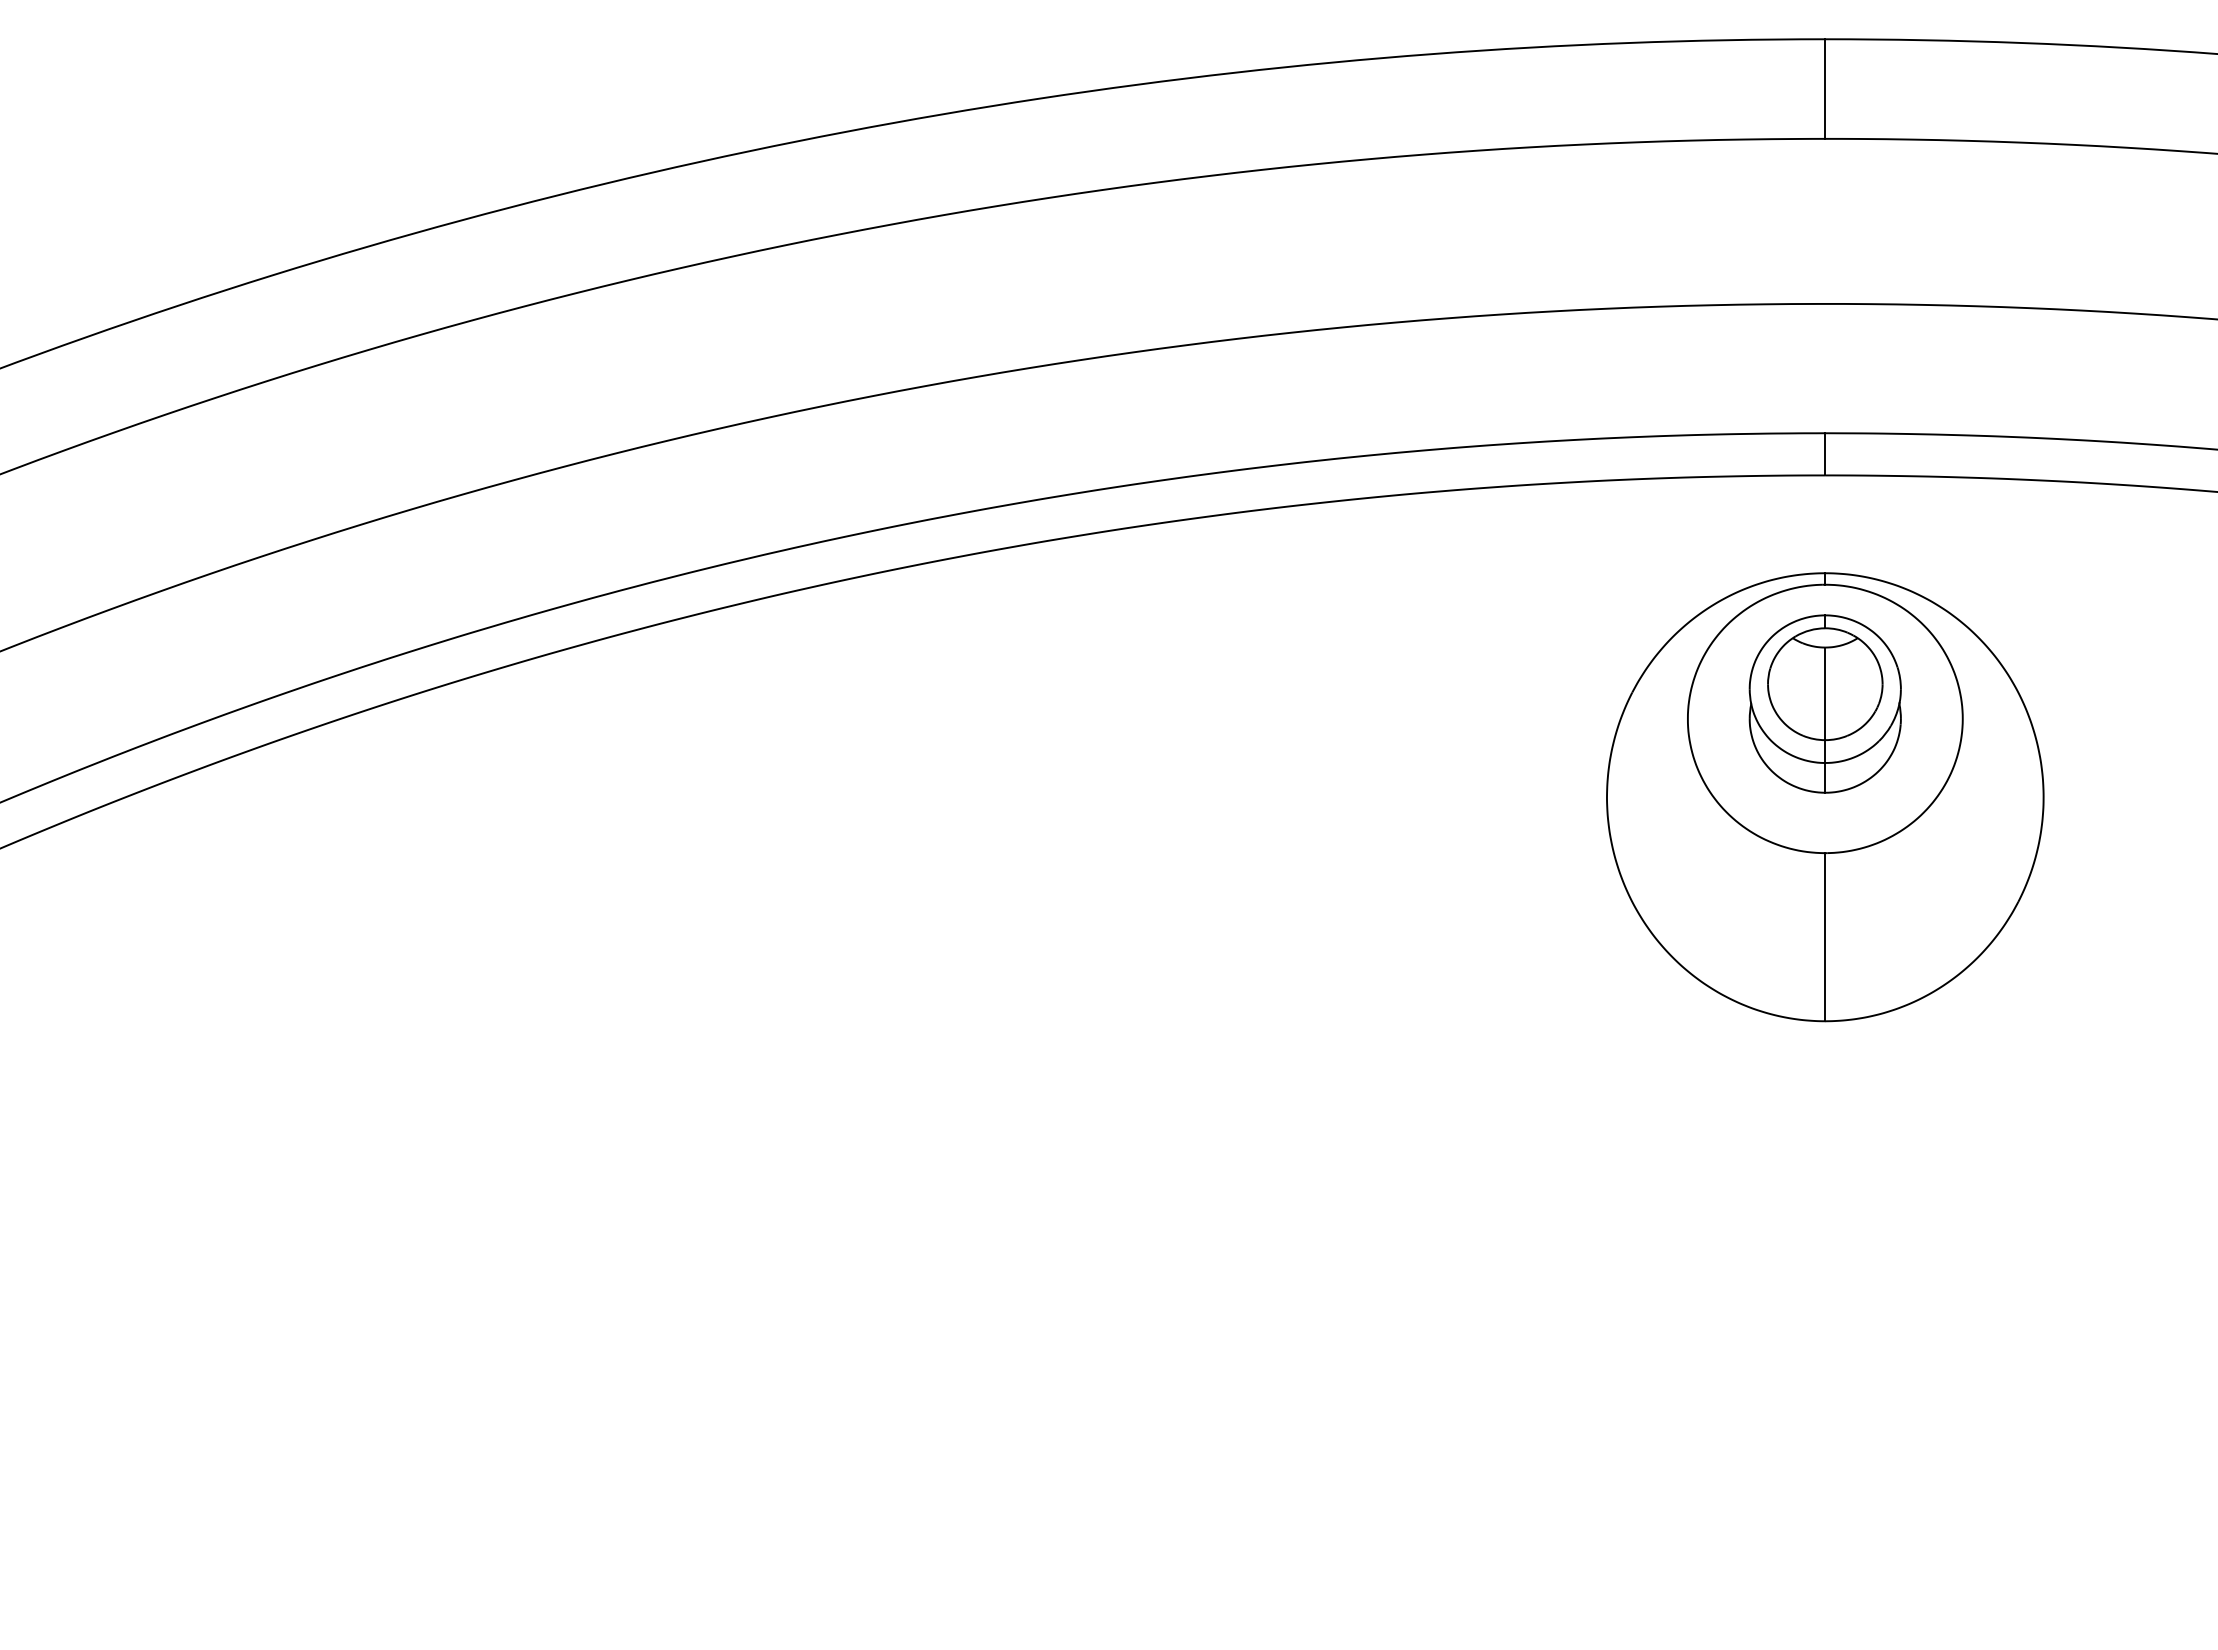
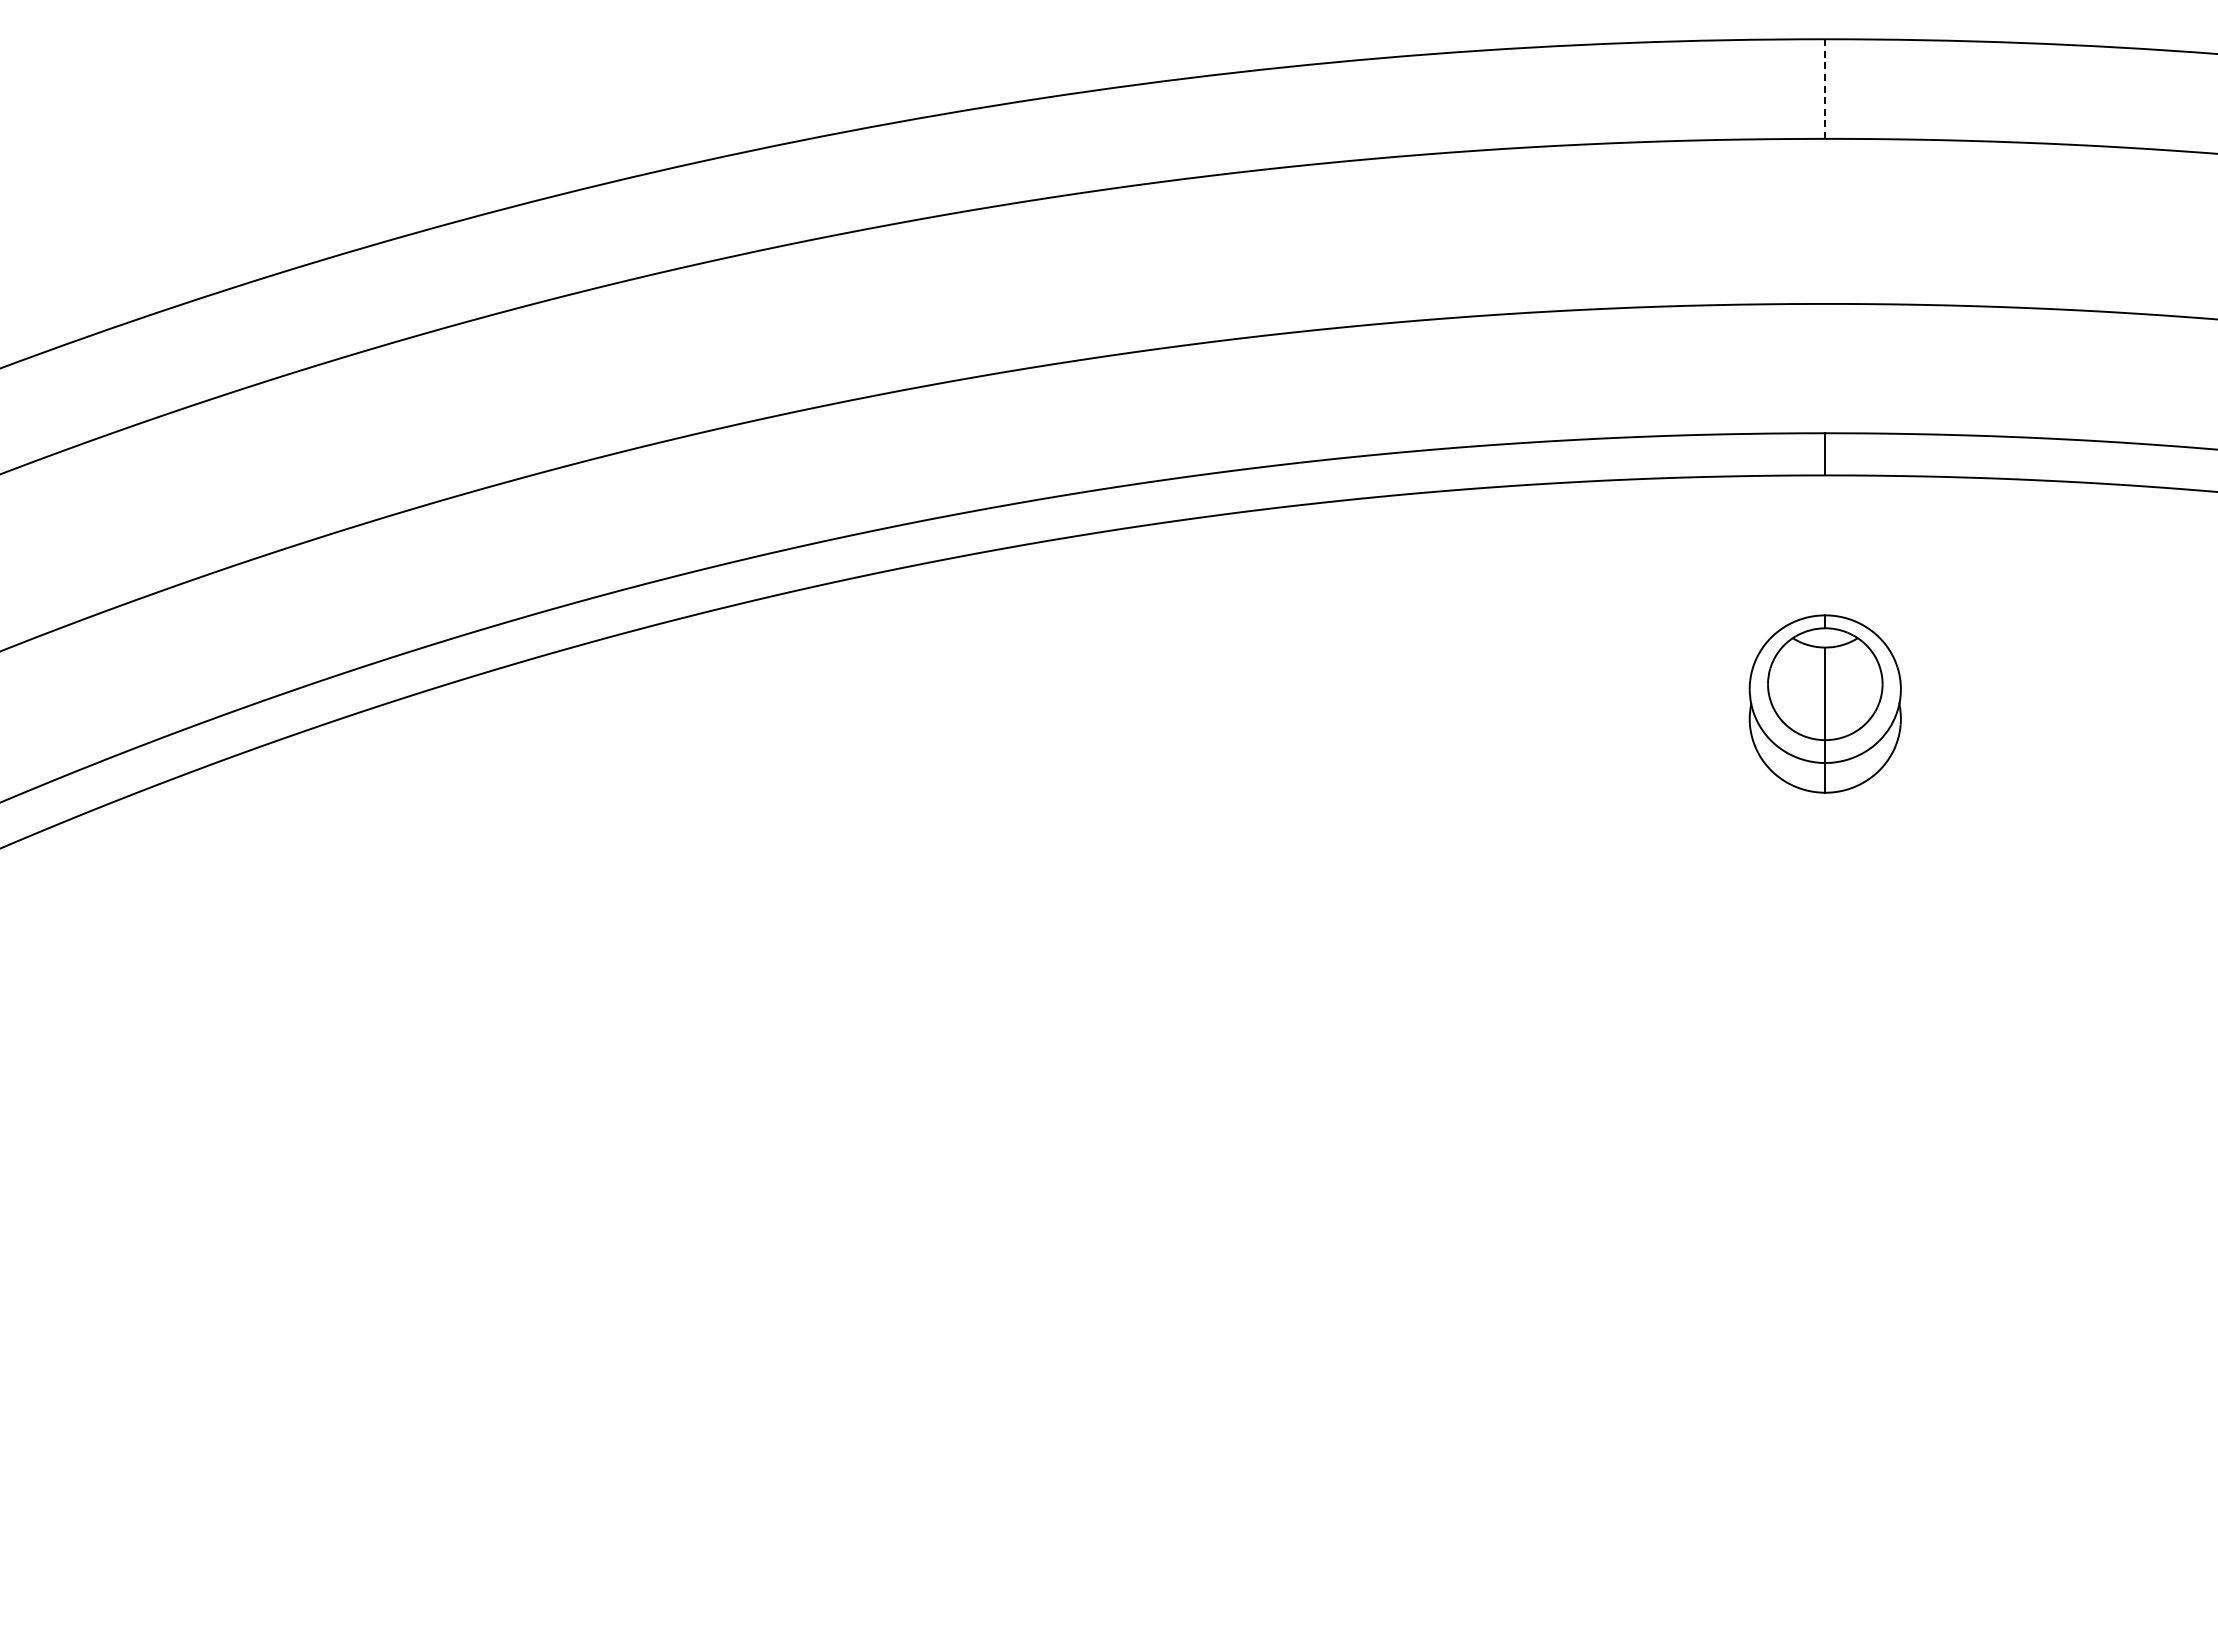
line at (1825, 89): solid -> dashed
part at (1825, 797): present -> none
